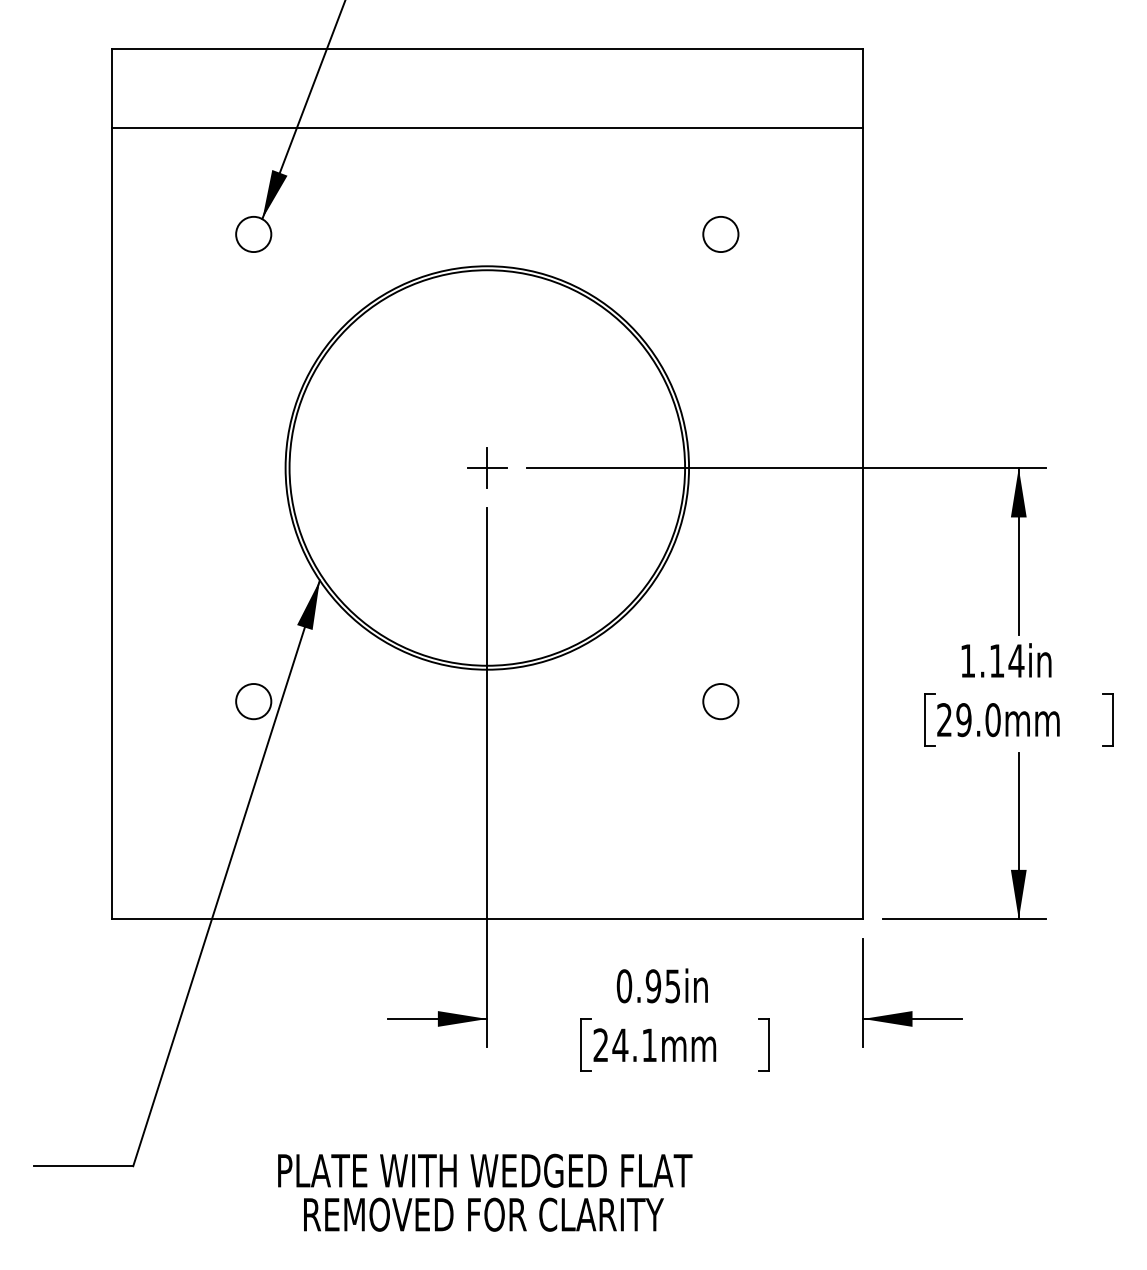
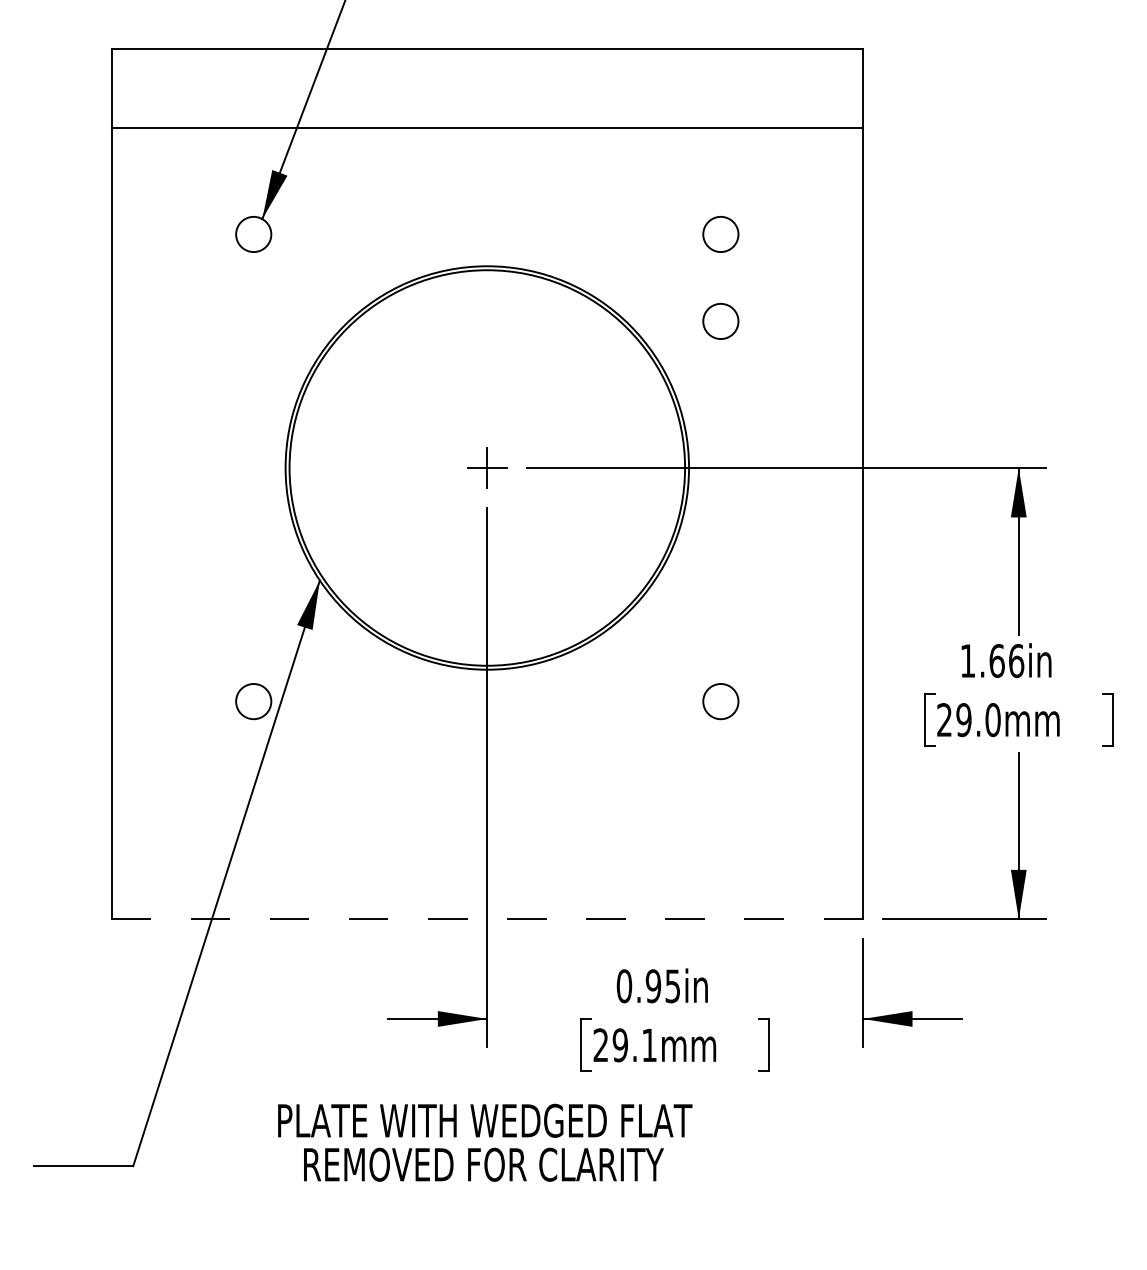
circle at (720, 321): none -> present
text at (1006, 661): 1.14in -> 1.66in
line at (487, 919): solid -> dashed
text at (620, 1045): 24.1mm -> 29.1mm
text at (485, 1192) position: (485, 1192) -> (485, 1142)
